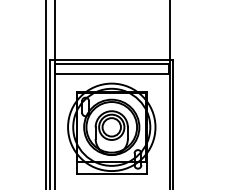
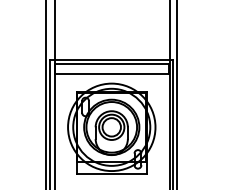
line at (176, 94): none -> present
